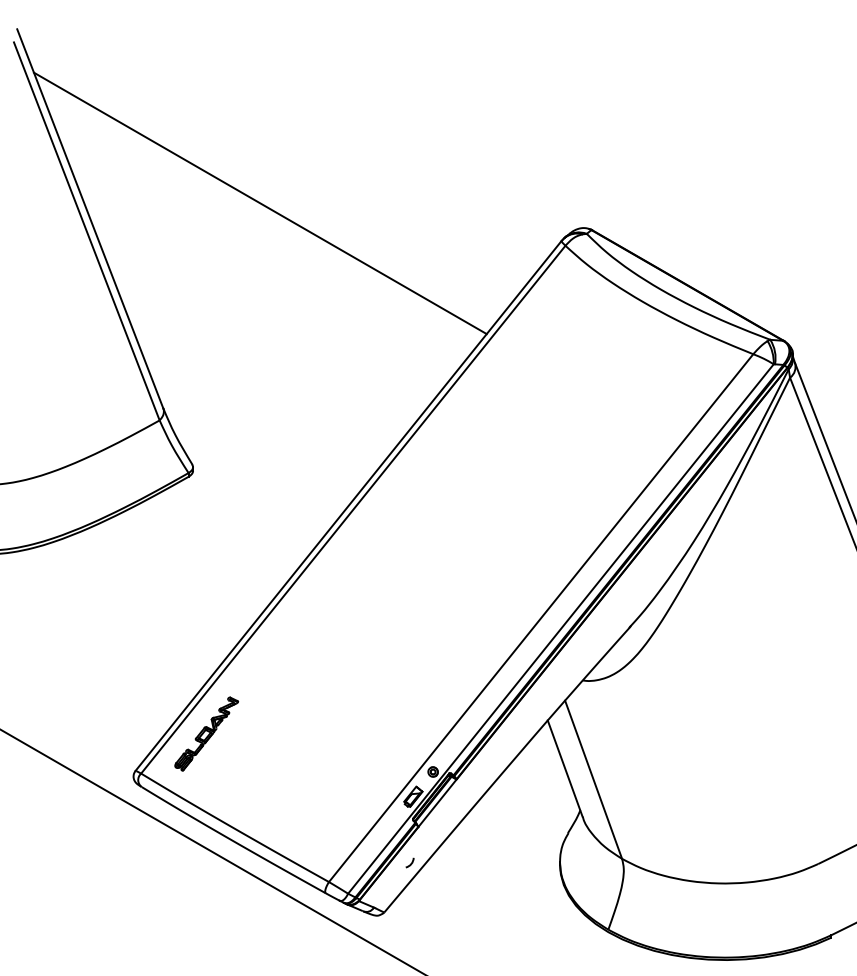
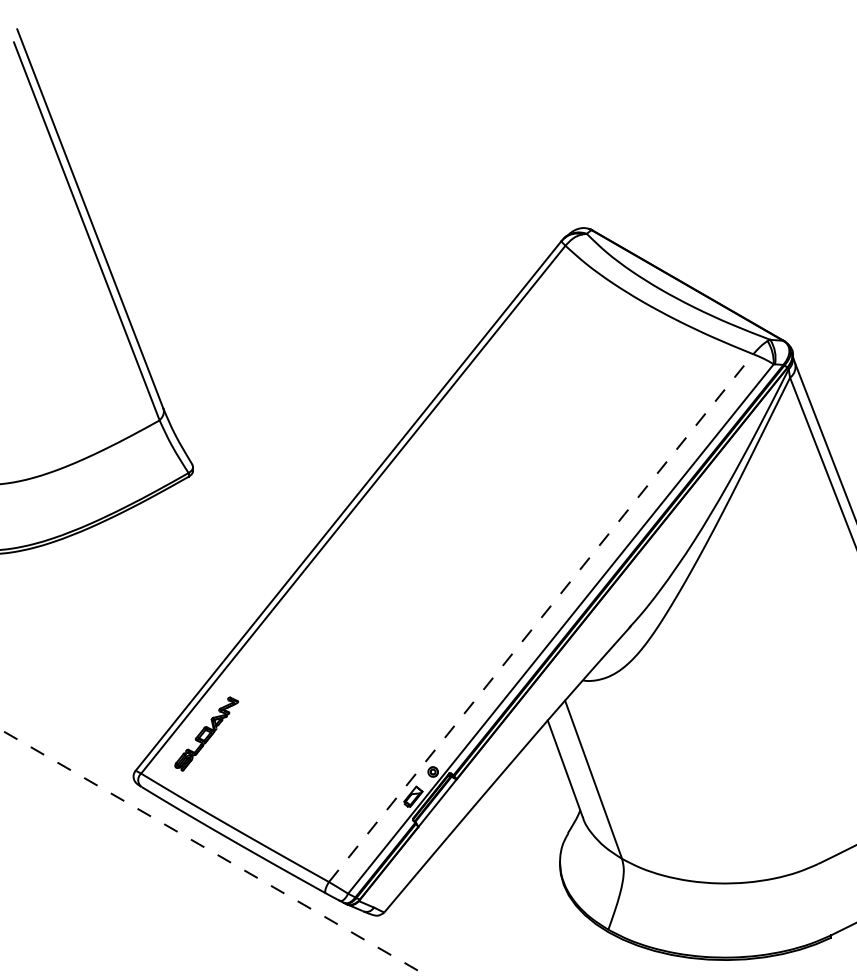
line at (259, 203): present -> none
line at (541, 618): solid -> dashed
line at (214, 853): solid -> dashed
arc at (410, 863): present -> none
